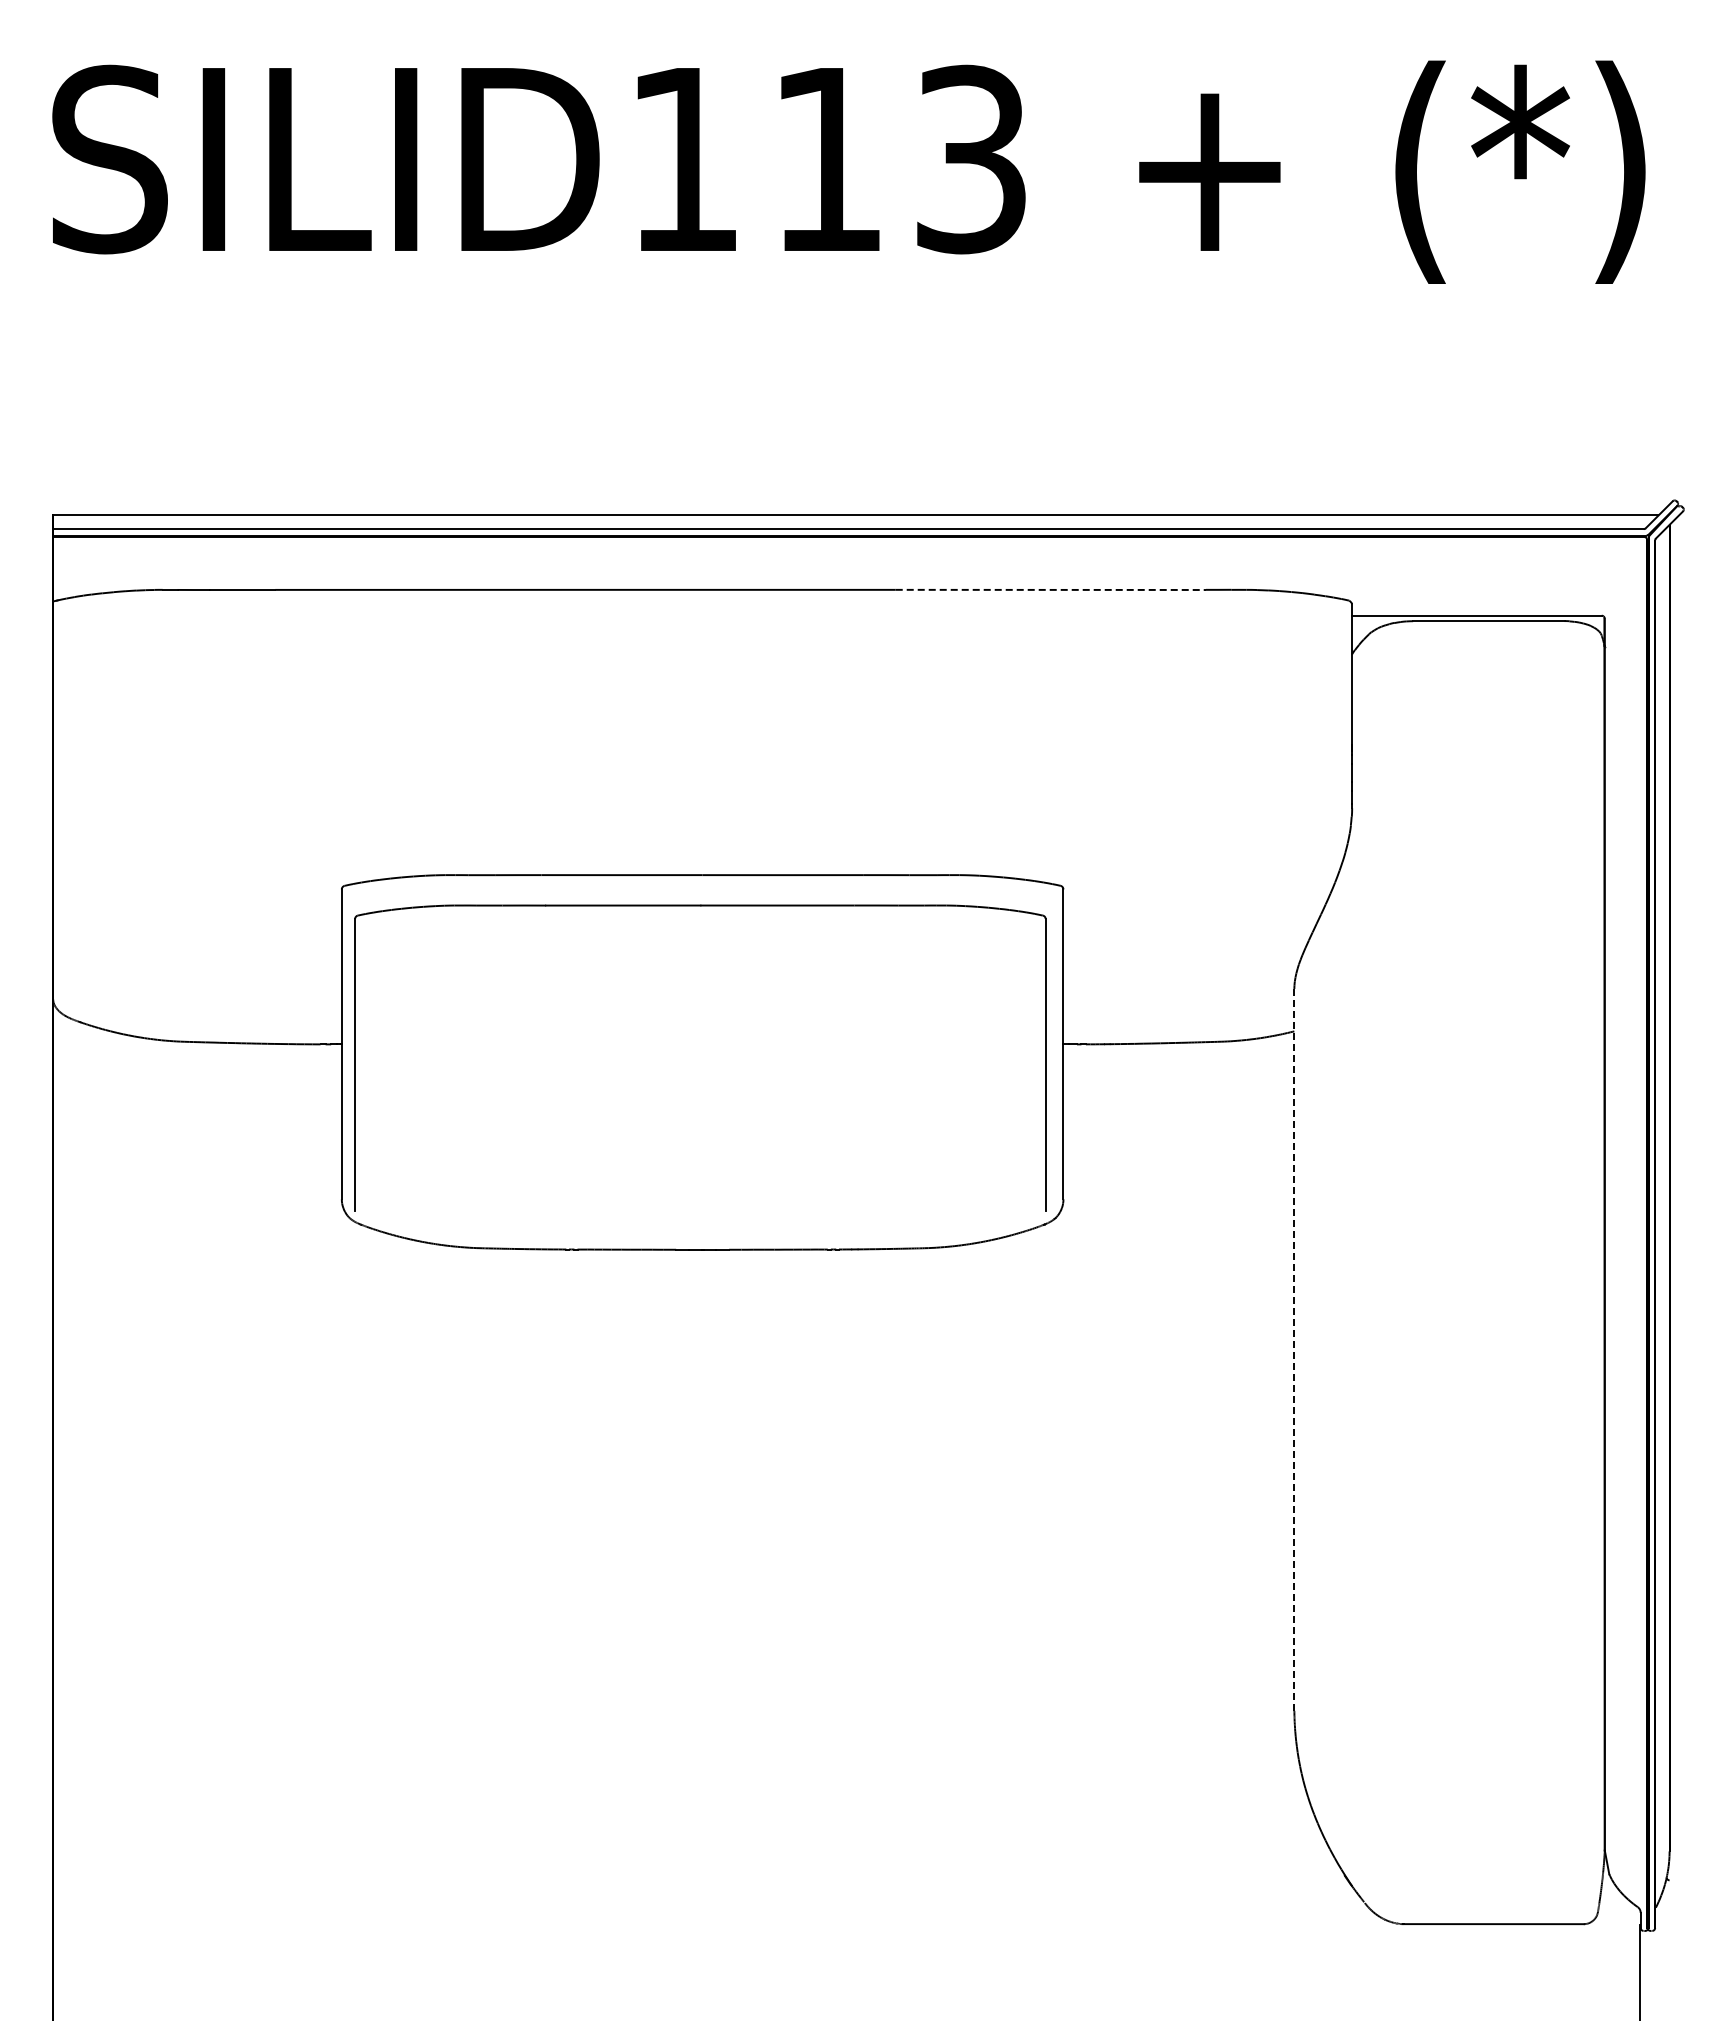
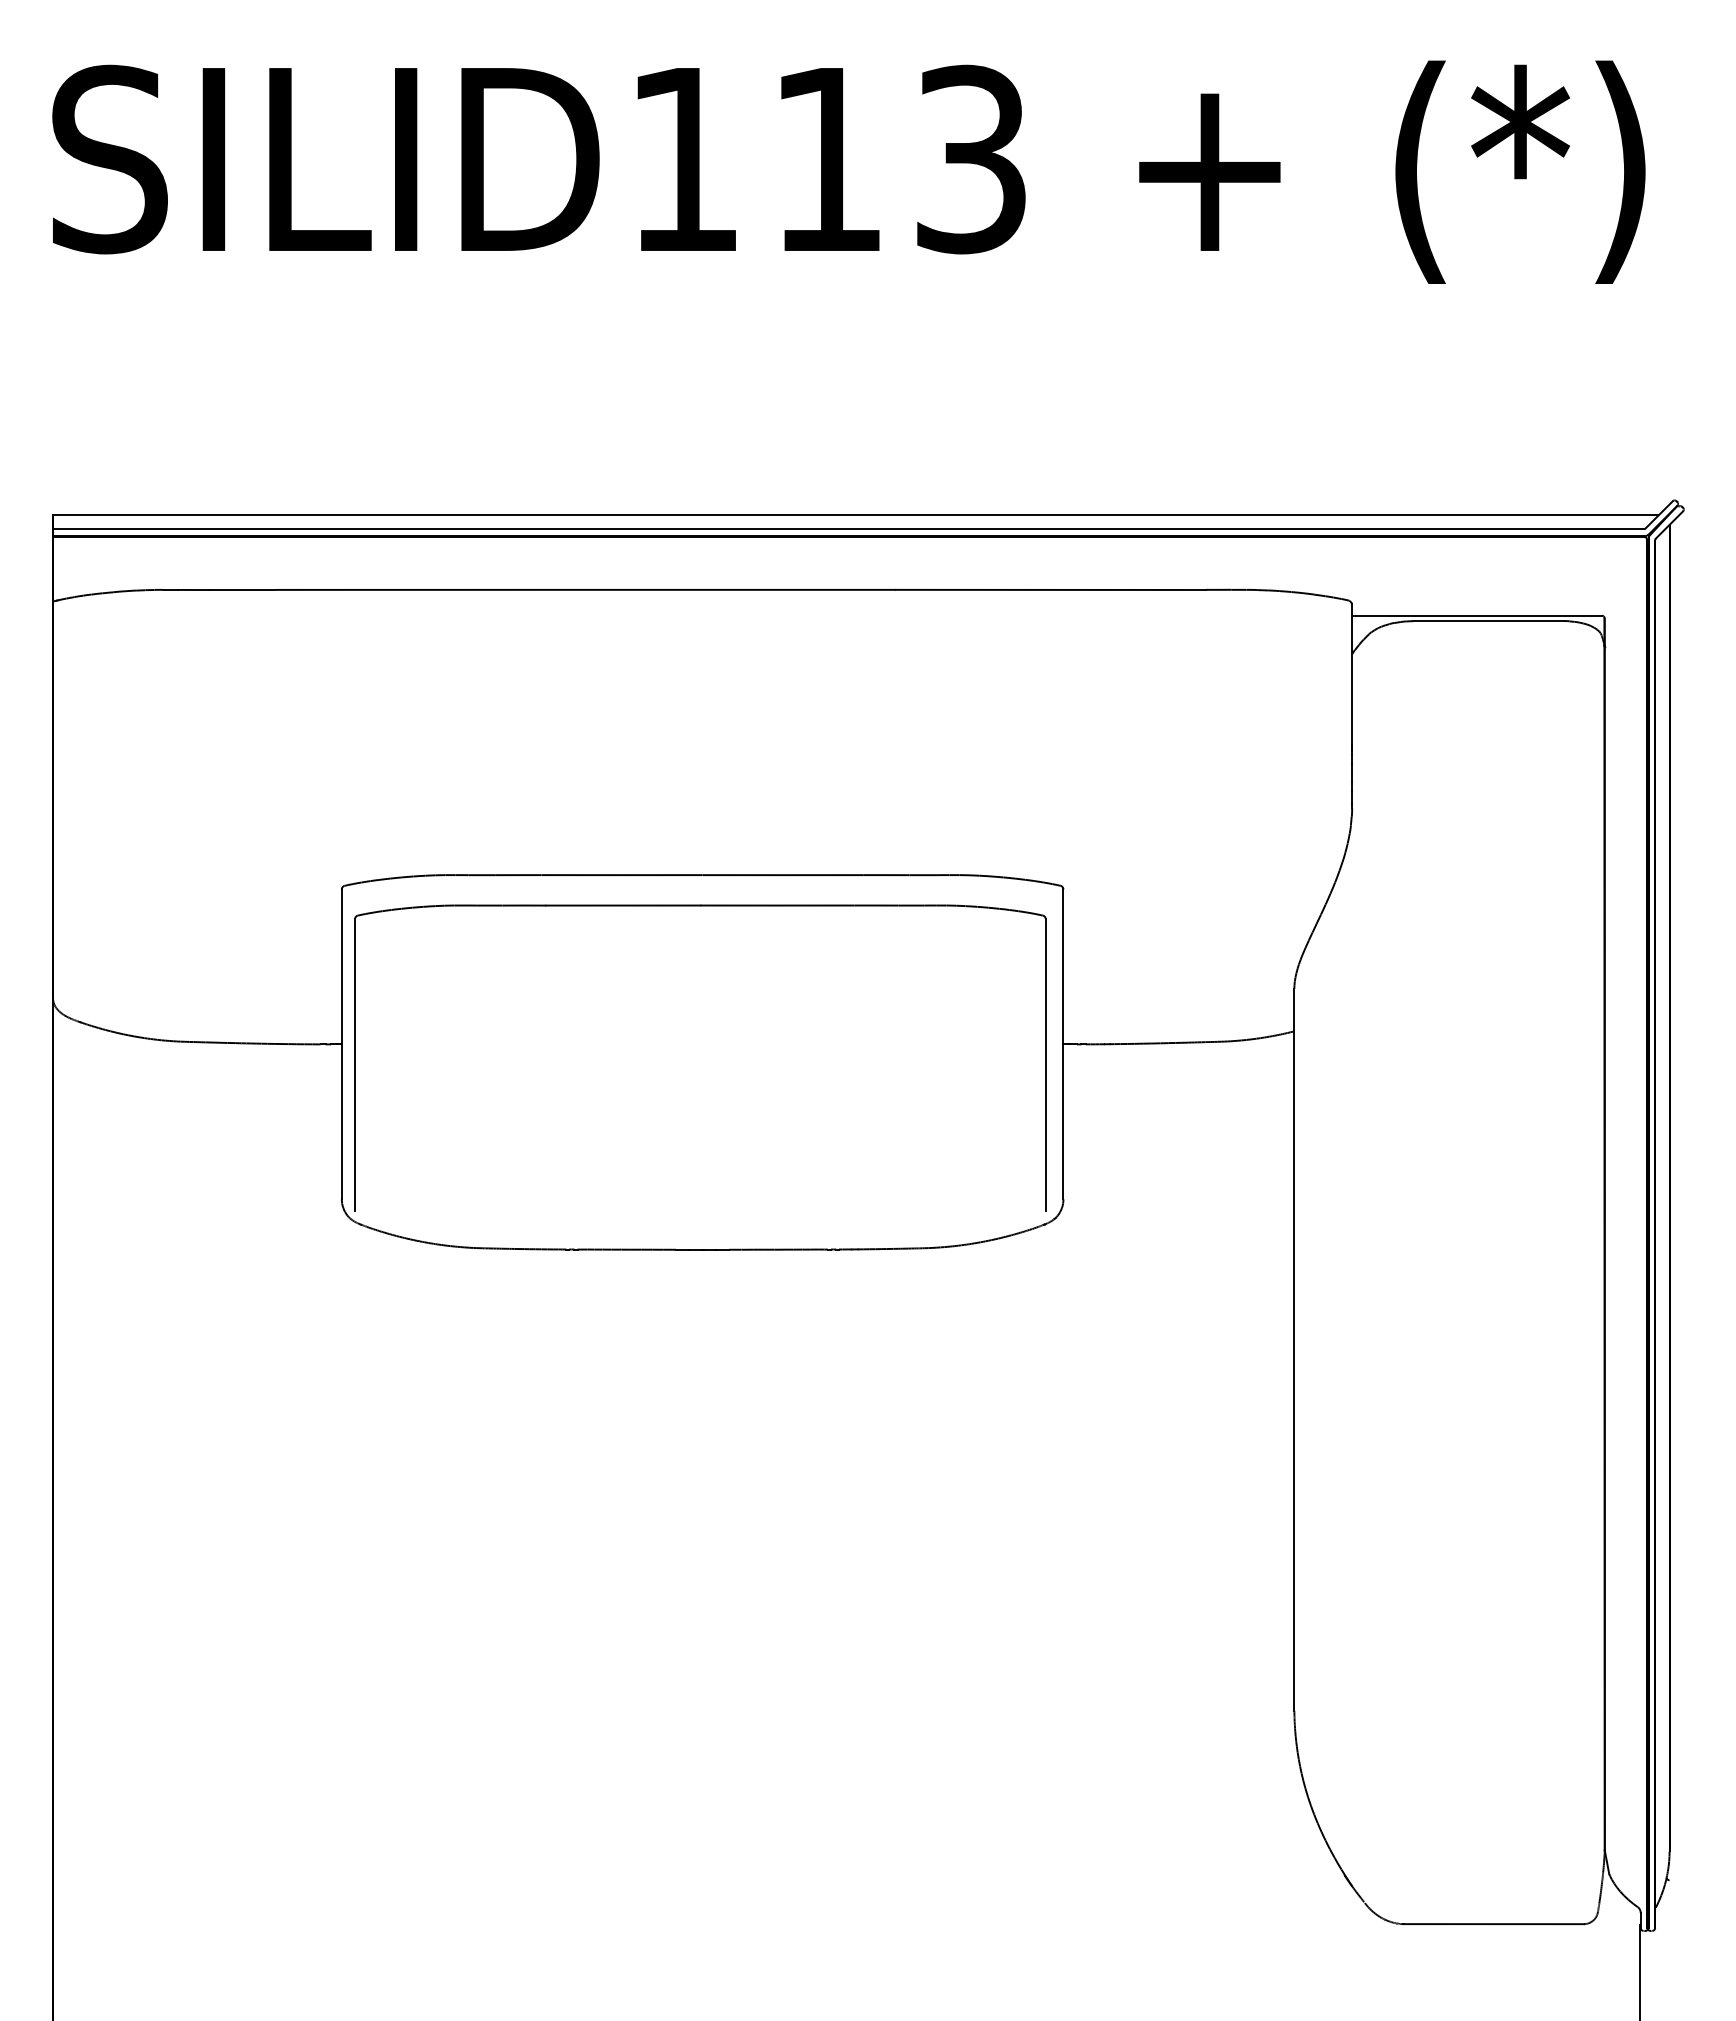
line at (1051, 589): dashed -> solid
line at (1294, 1349): dashed -> solid
